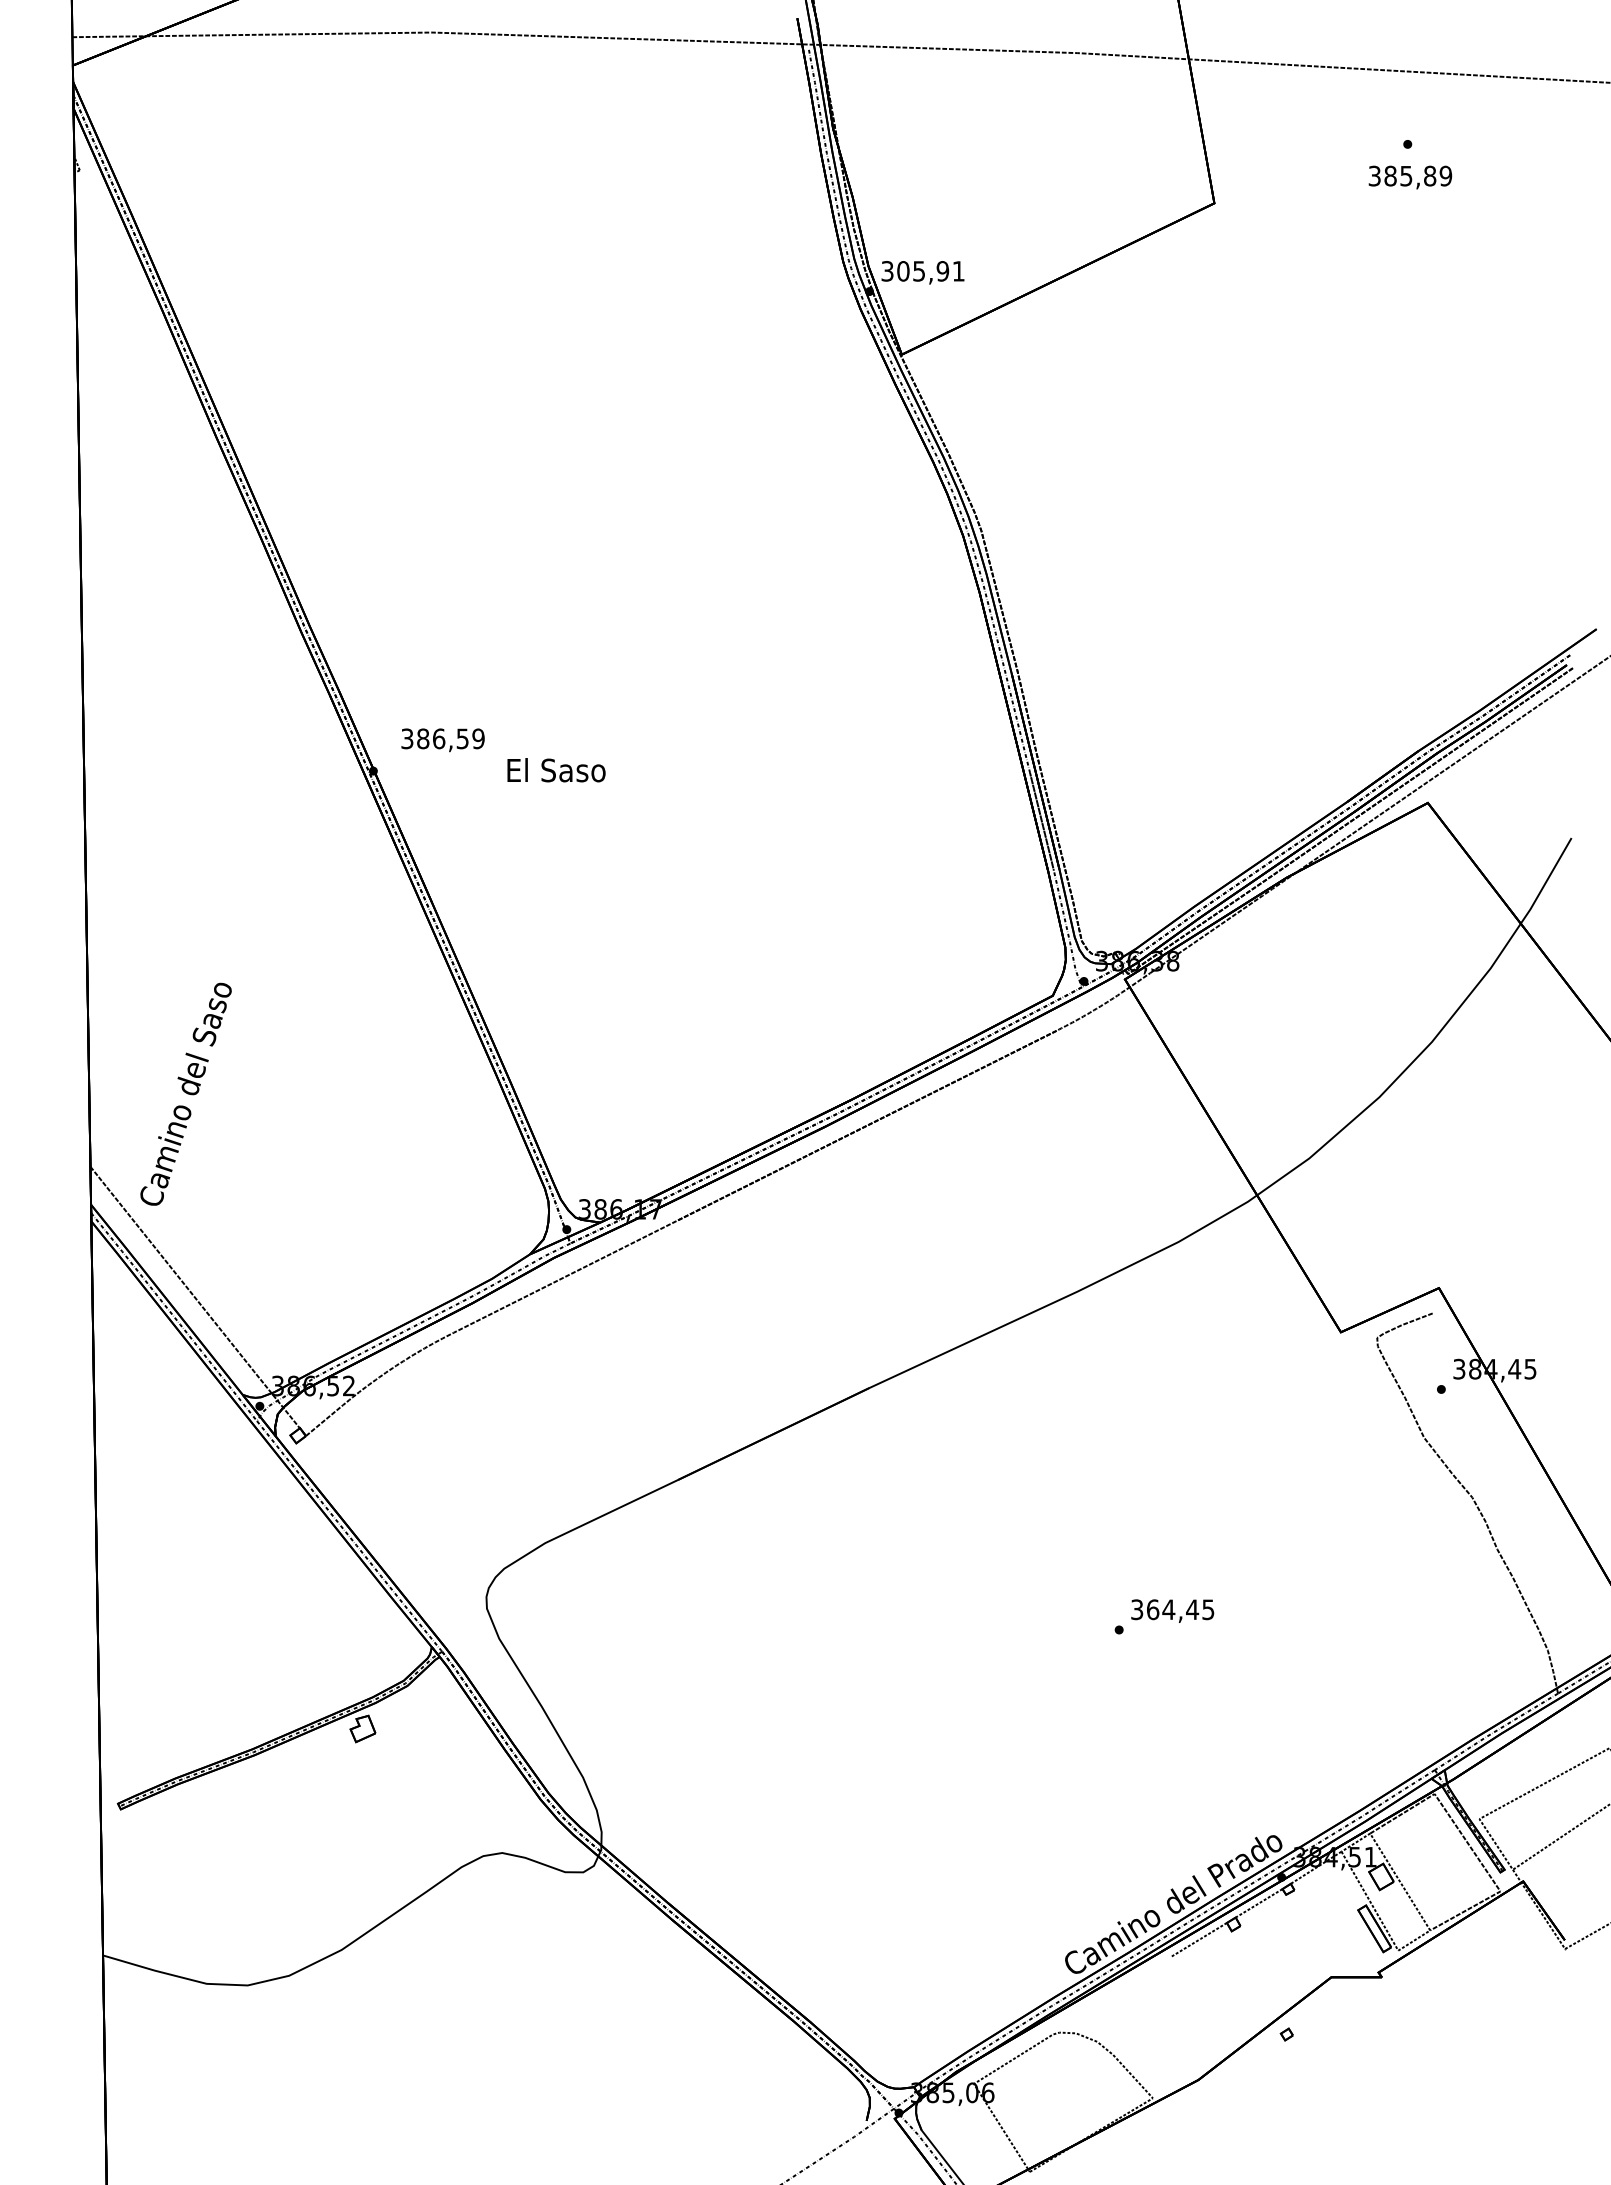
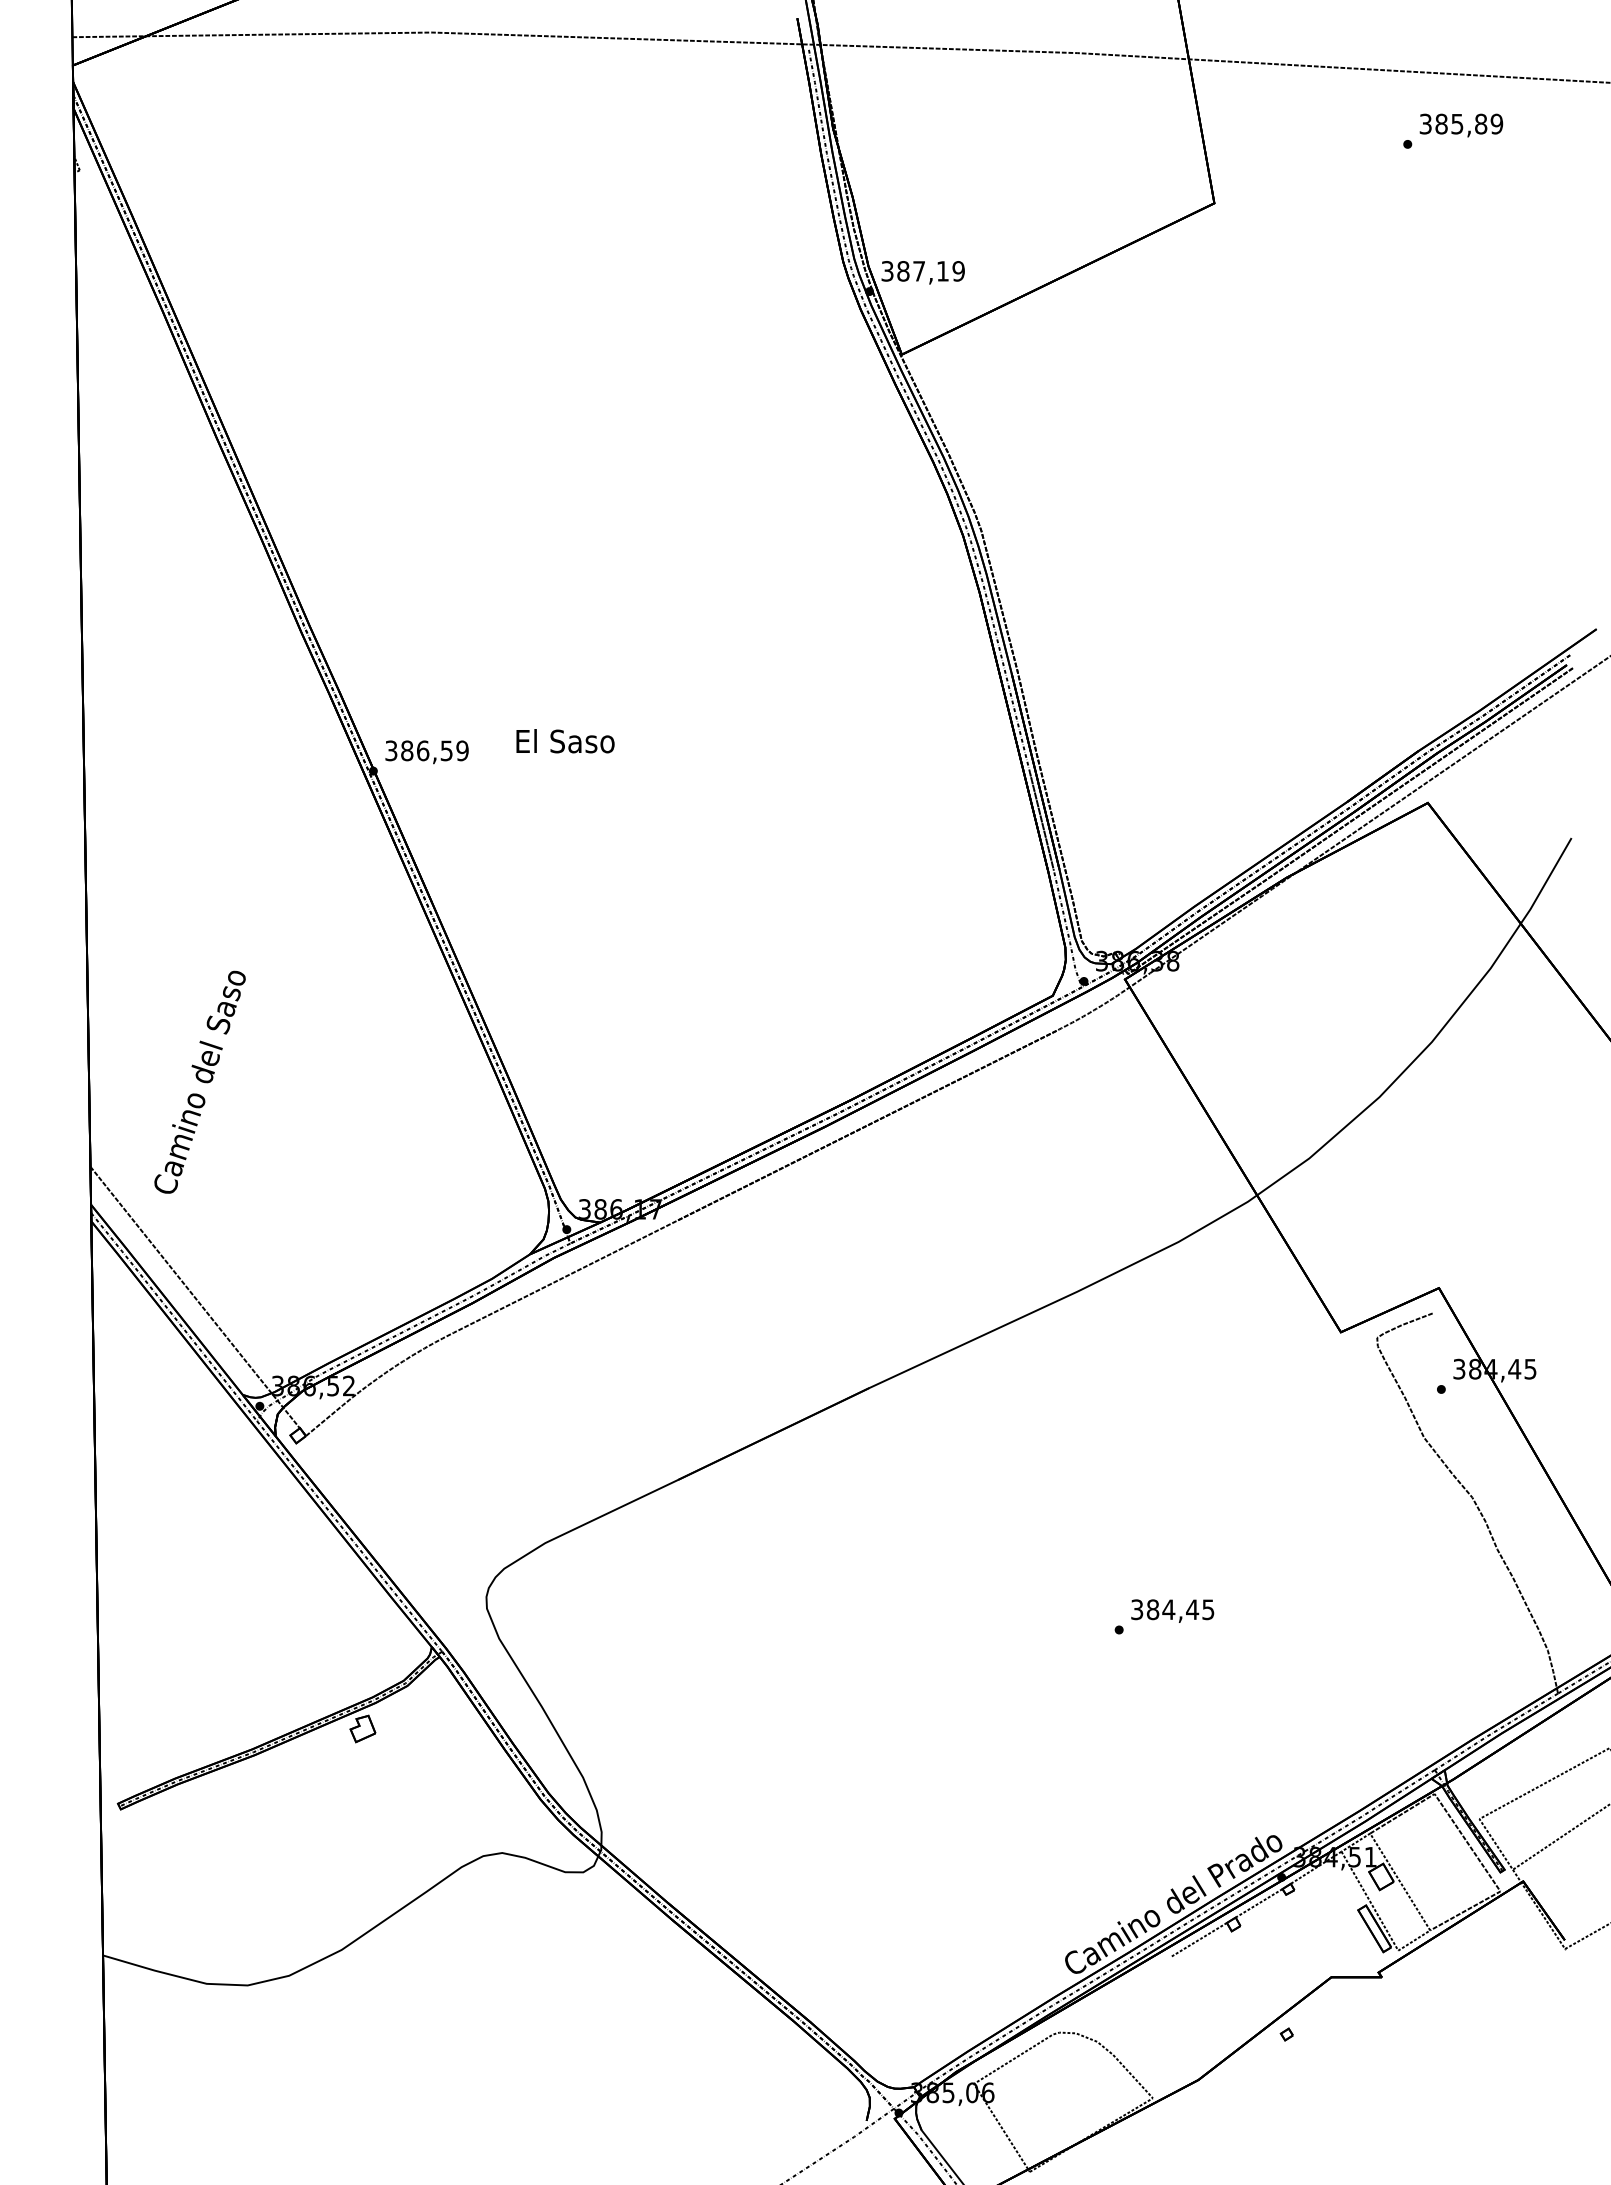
text at (1410, 177) position: (1410, 177) -> (1461, 125)
text at (930, 271): 305,91 -> 387,19
text at (442, 740) position: (442, 740) -> (426, 752)
text at (556, 770) position: (556, 770) -> (565, 741)
text at (185, 1093) position: (185, 1093) -> (199, 1081)
text at (1152, 1609): 364,45 -> 384,45
